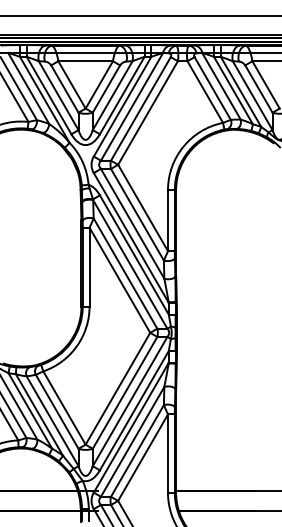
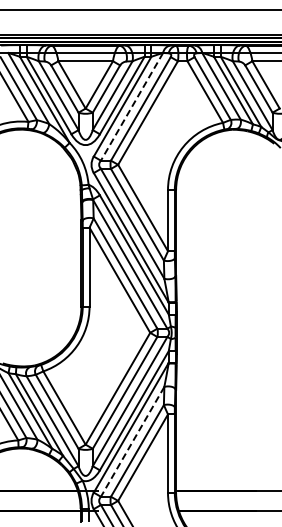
line at (140, 15) position: (140, 15) -> (140, 9)
line at (131, 107): solid -> dashed
line at (132, 442): solid -> dashed
